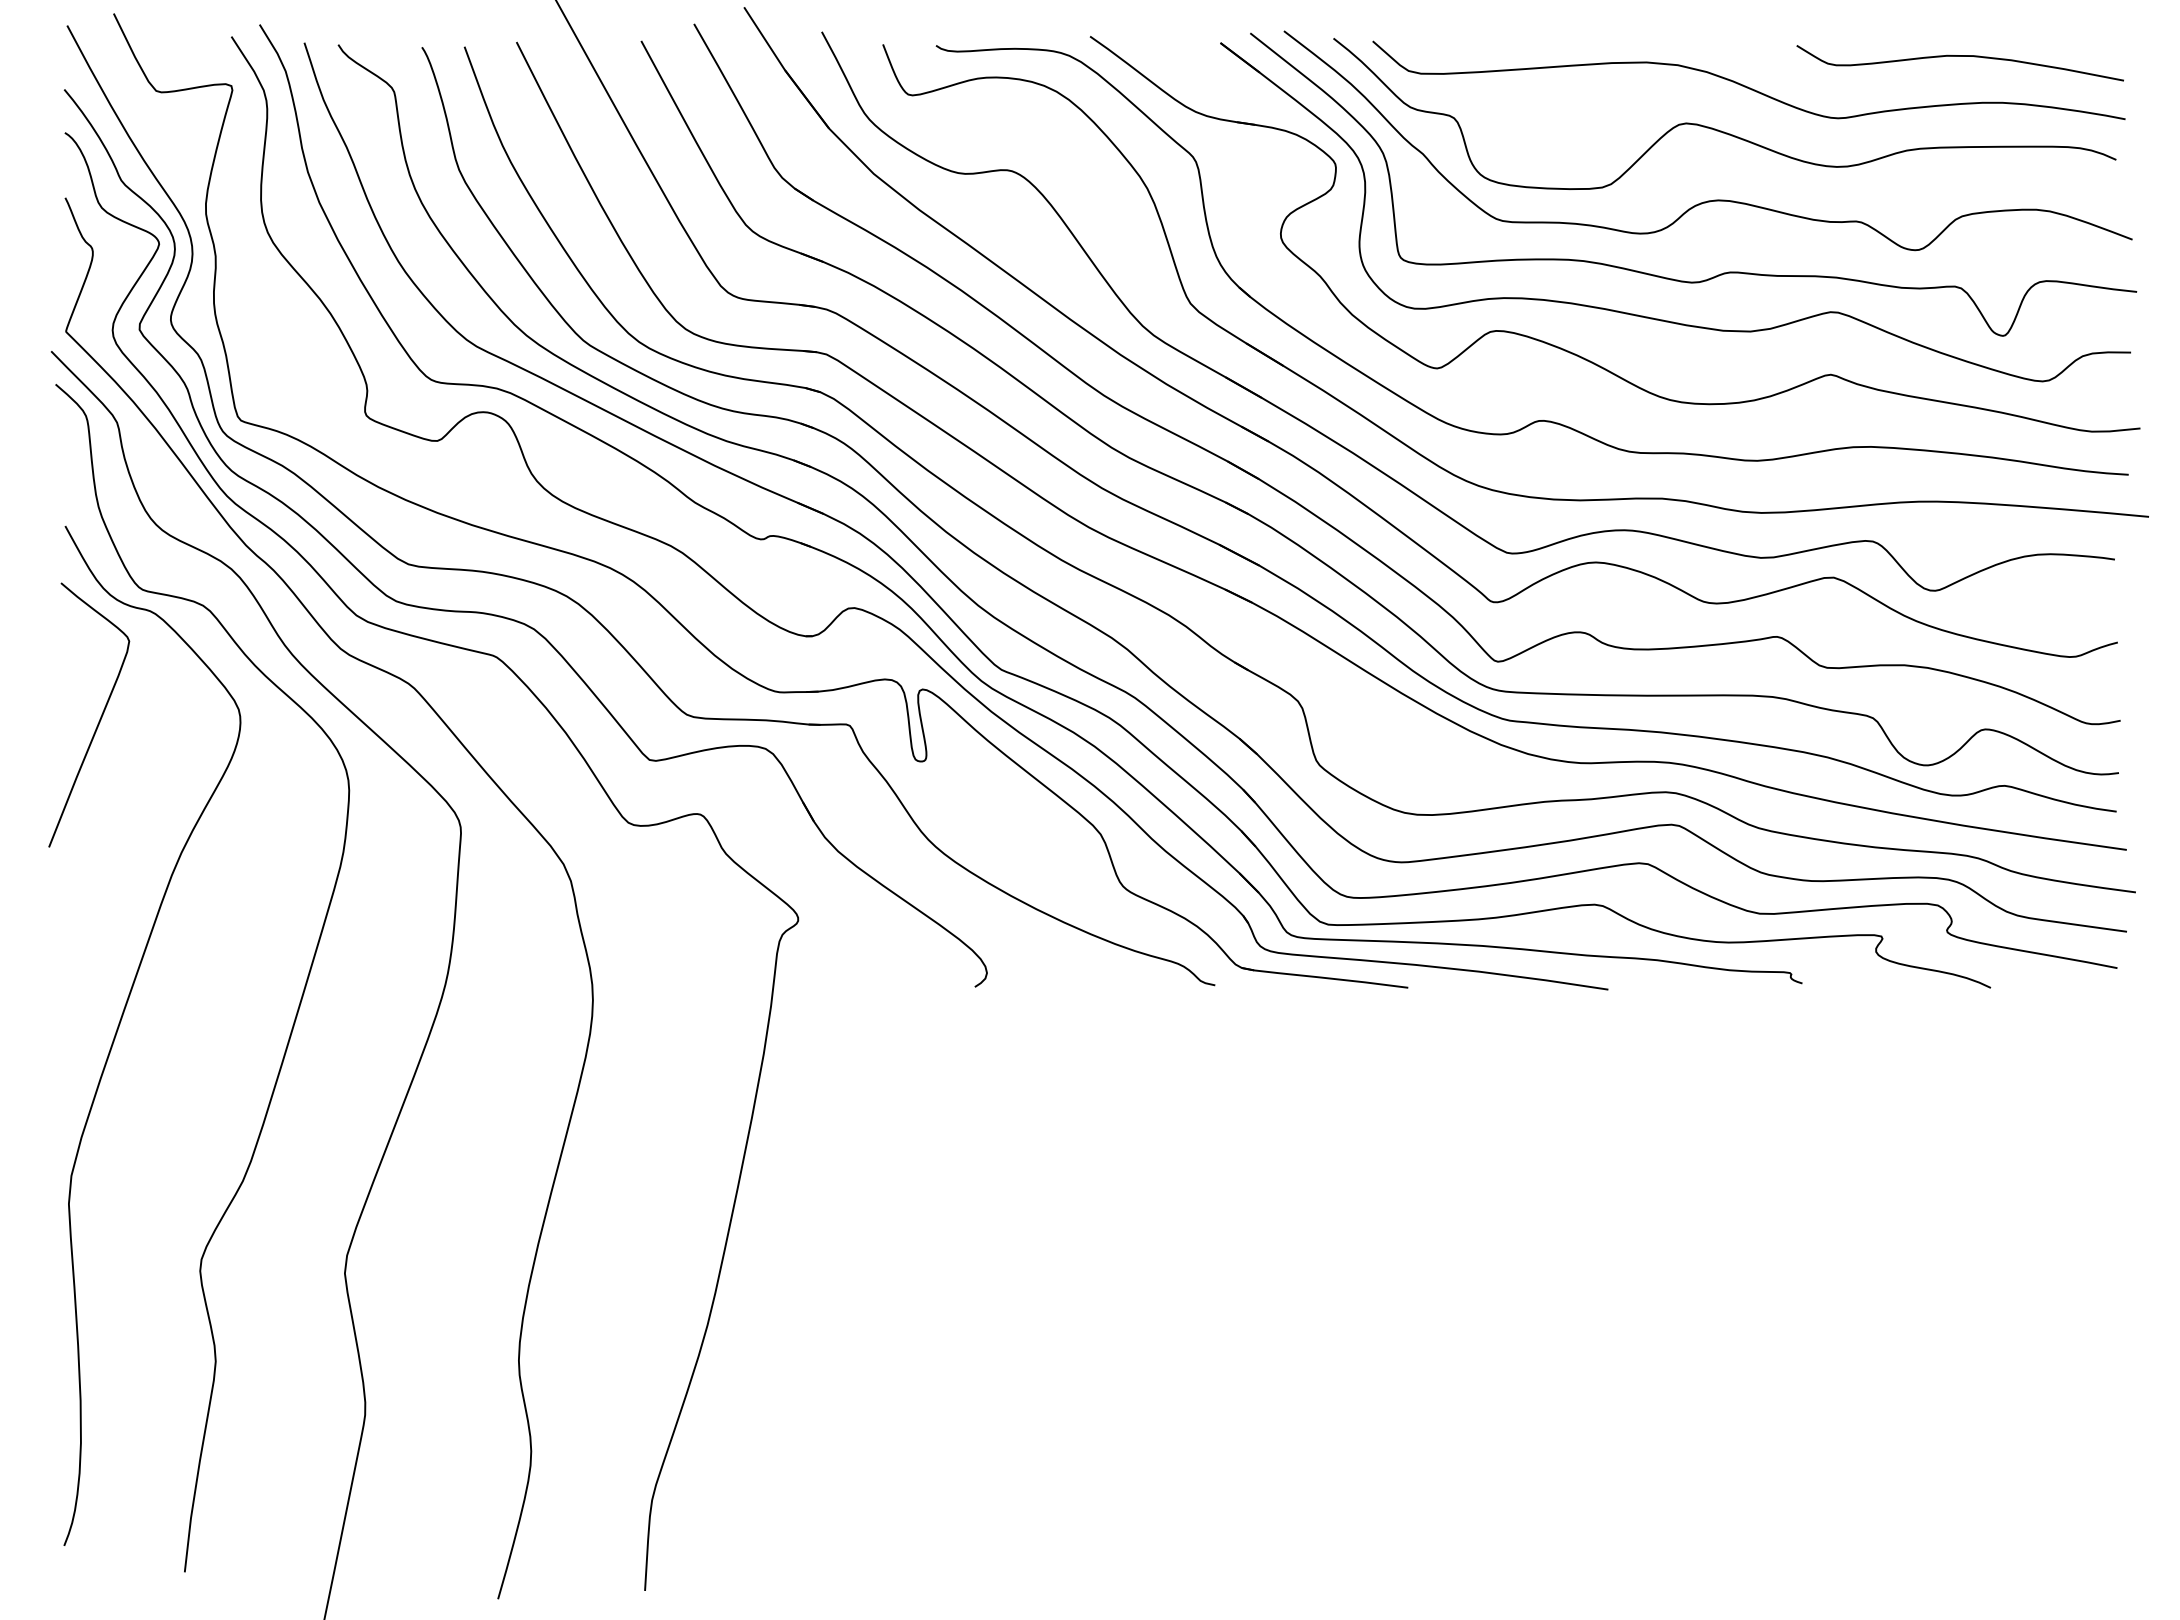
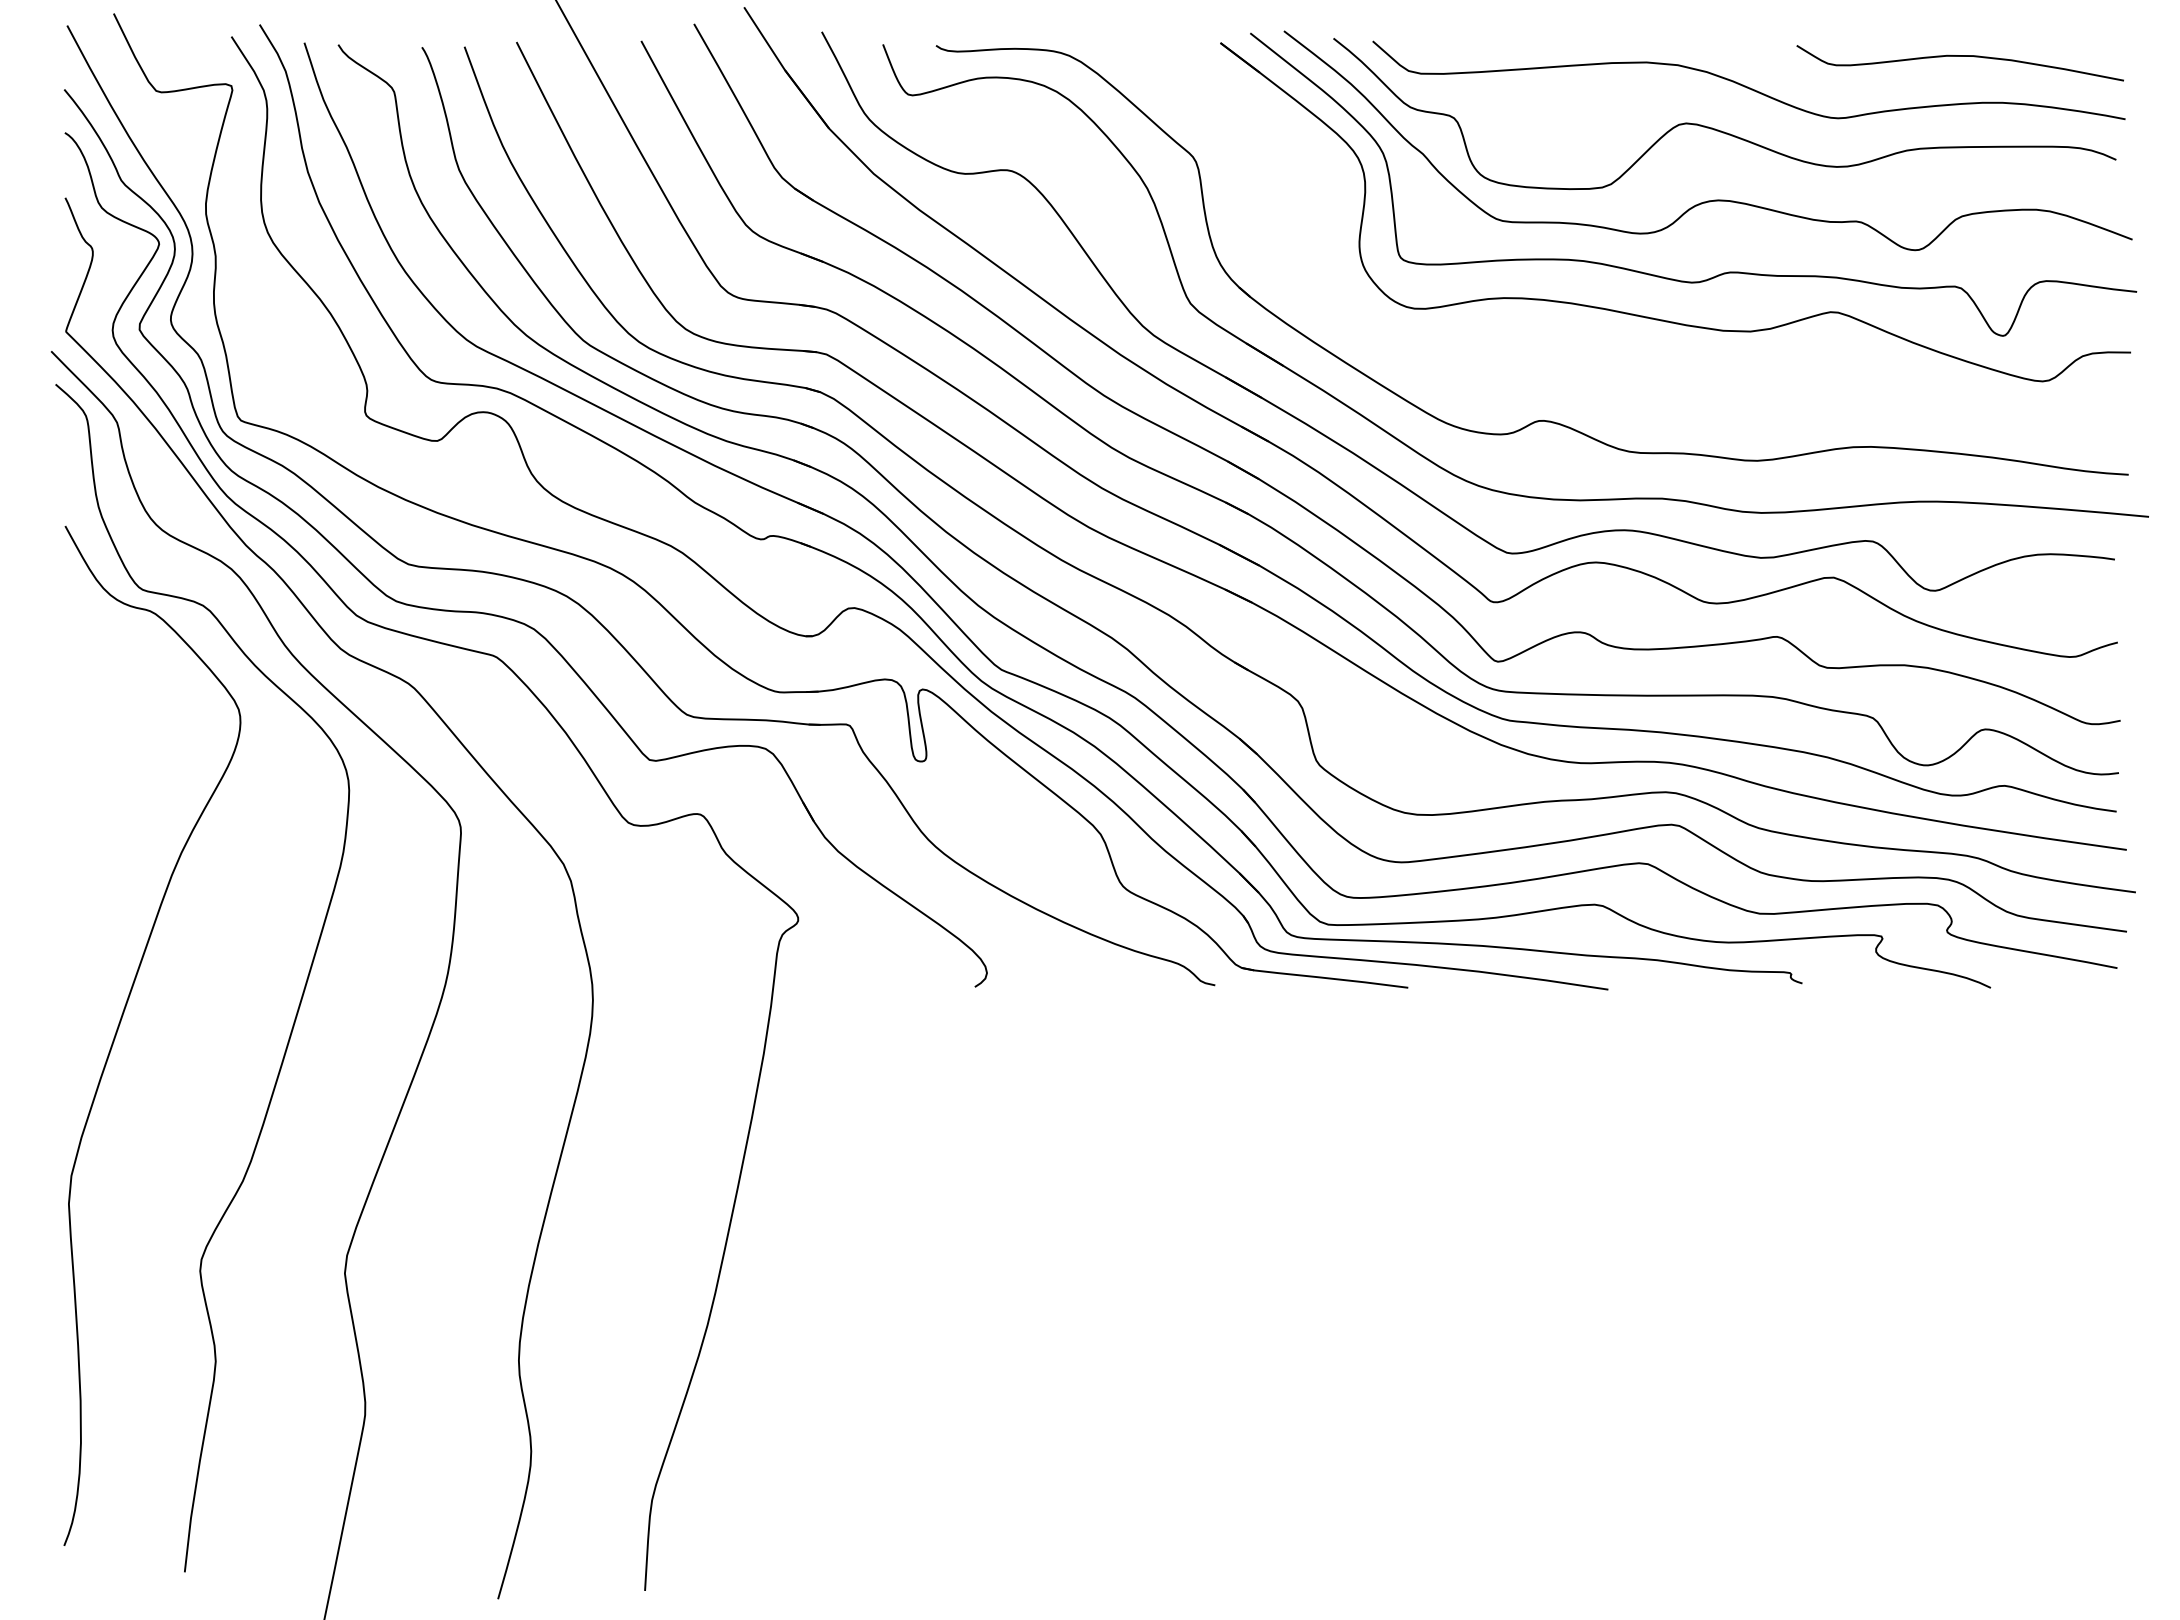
part at (1568, 350): present -> none
curve at (100, 716): present -> none
